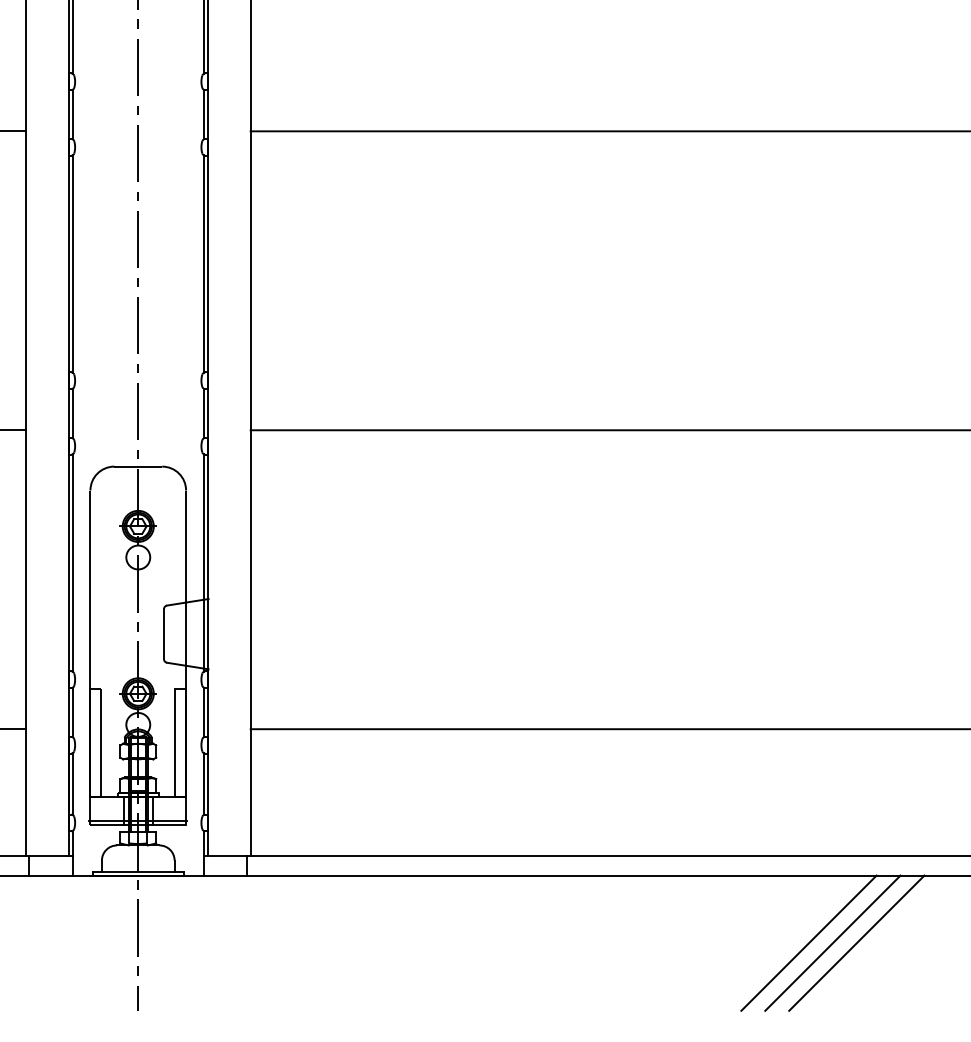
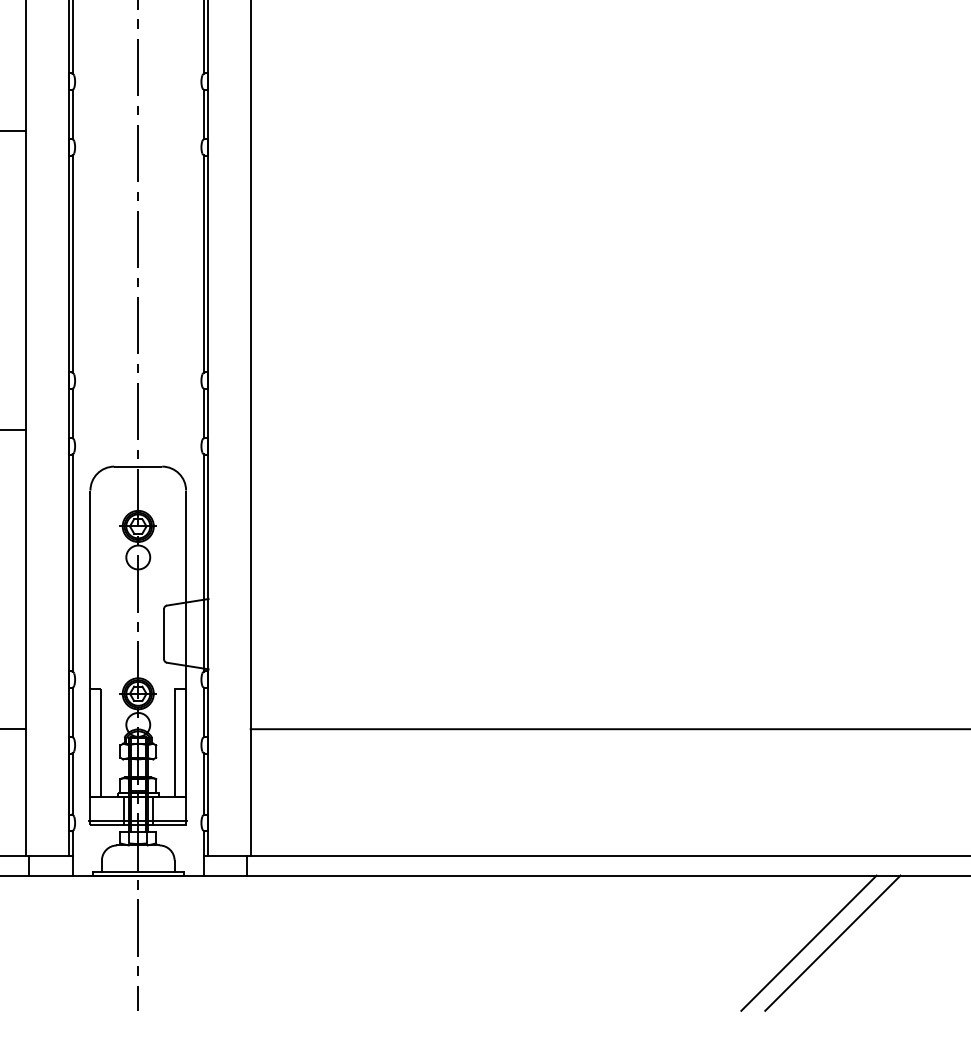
line at (608, 131): present -> none
line at (608, 430): present -> none
line at (856, 942): present -> none
